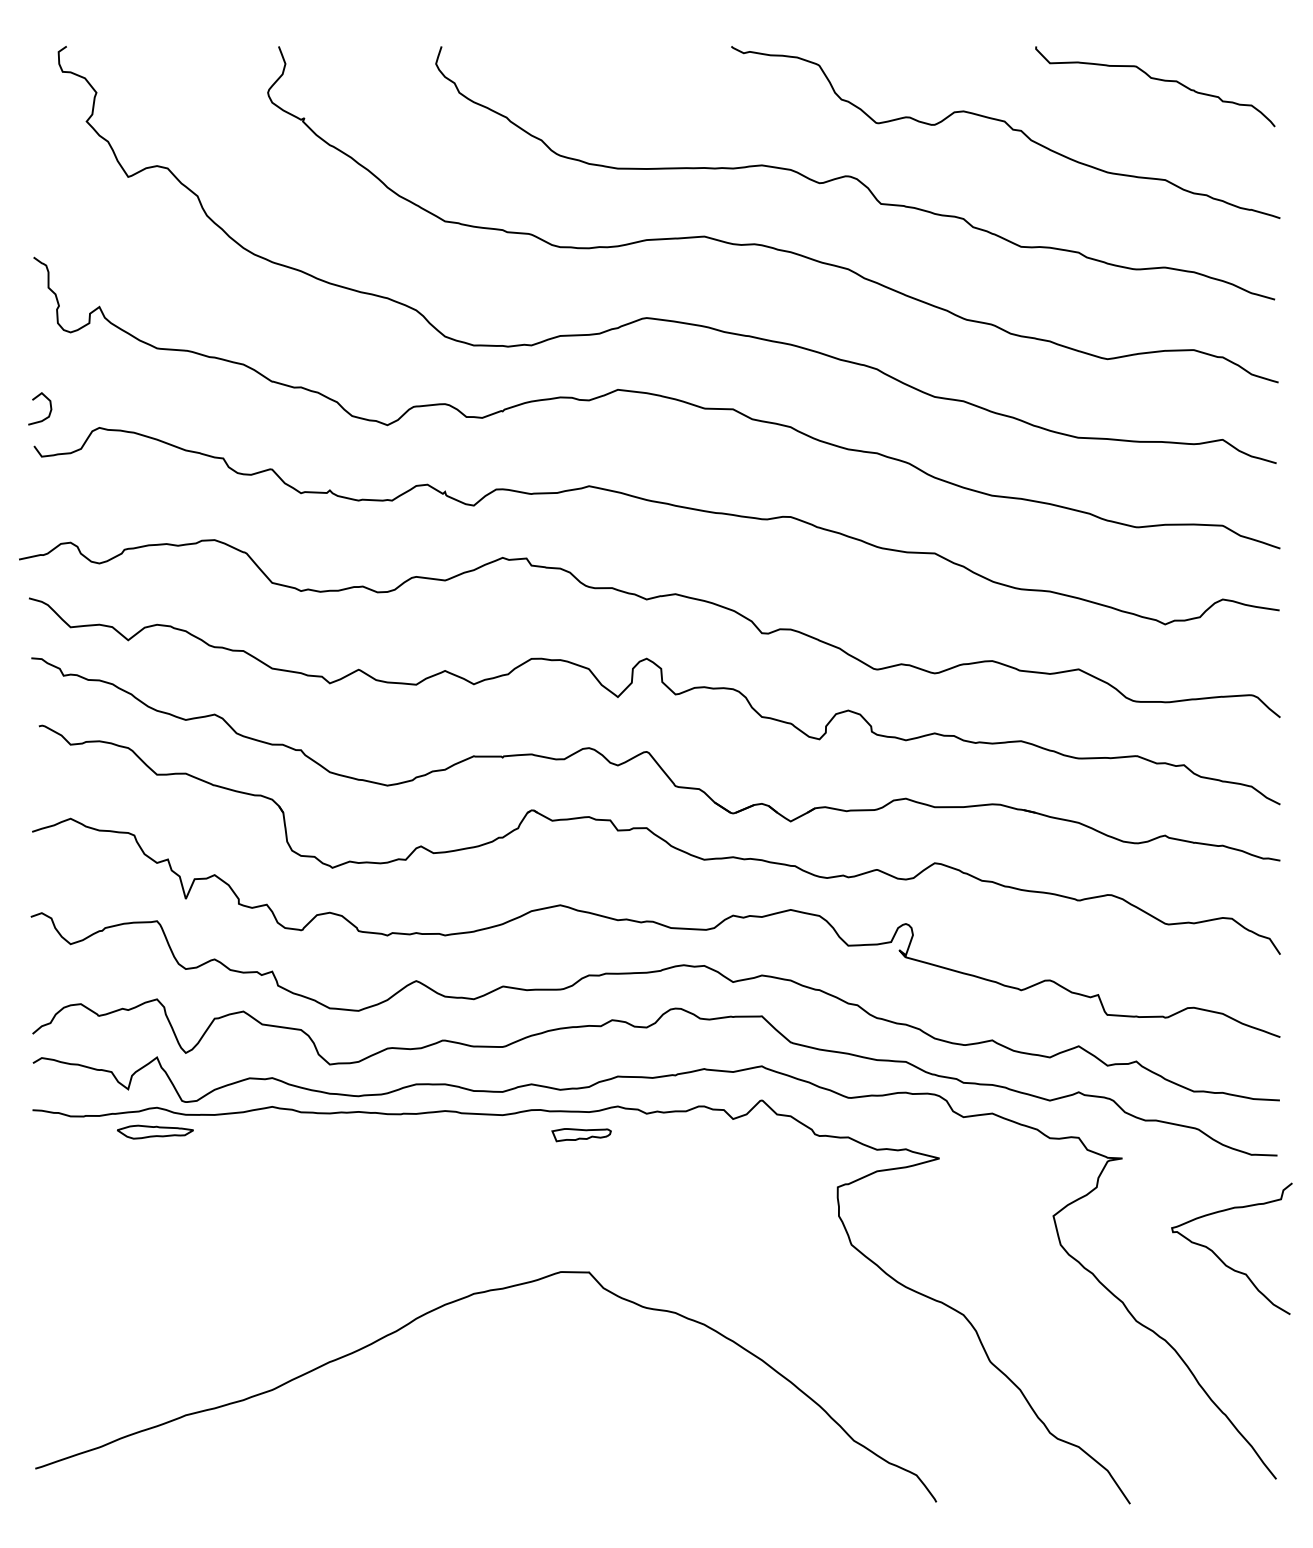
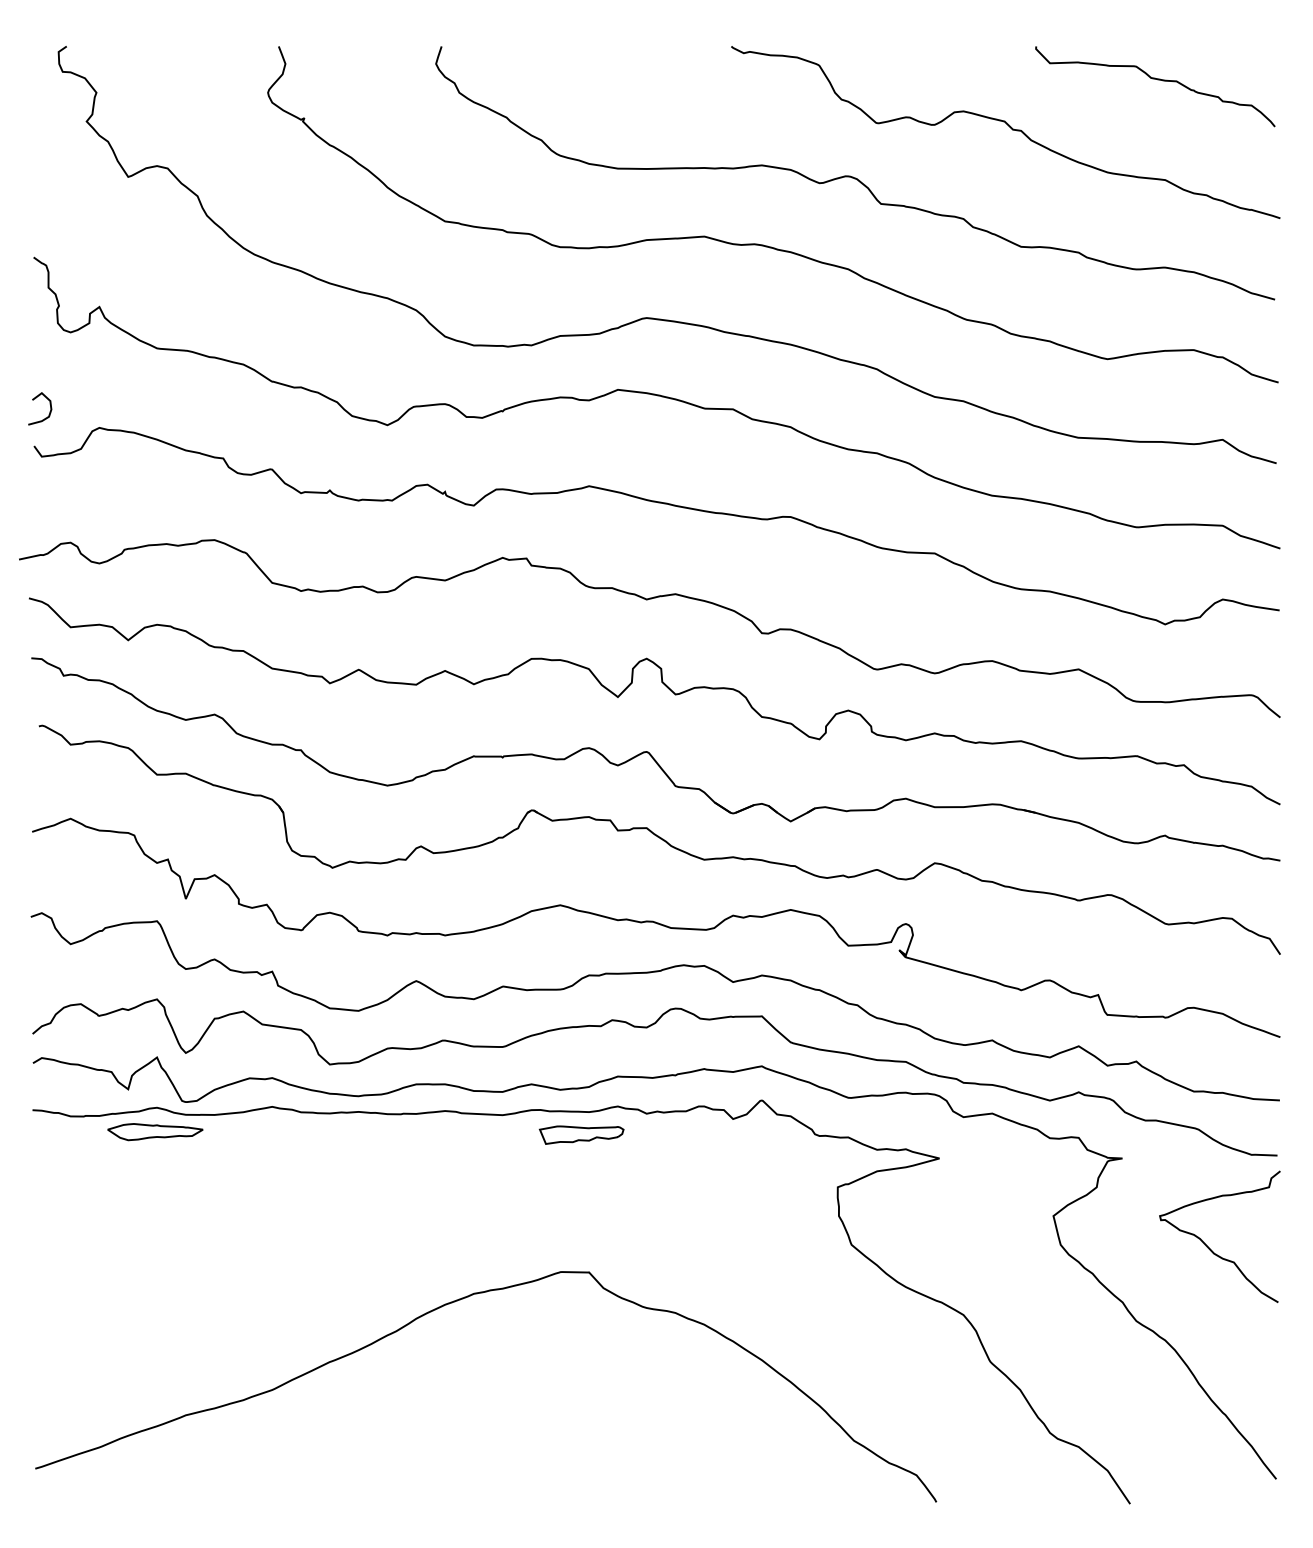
part at (155, 1131) size: 77x16 px -> 97x19 px
part at (581, 1135) size: 61x15 px -> 87x20 px
curve at (1220, 1258) position: (1220, 1258) -> (1208, 1246)
